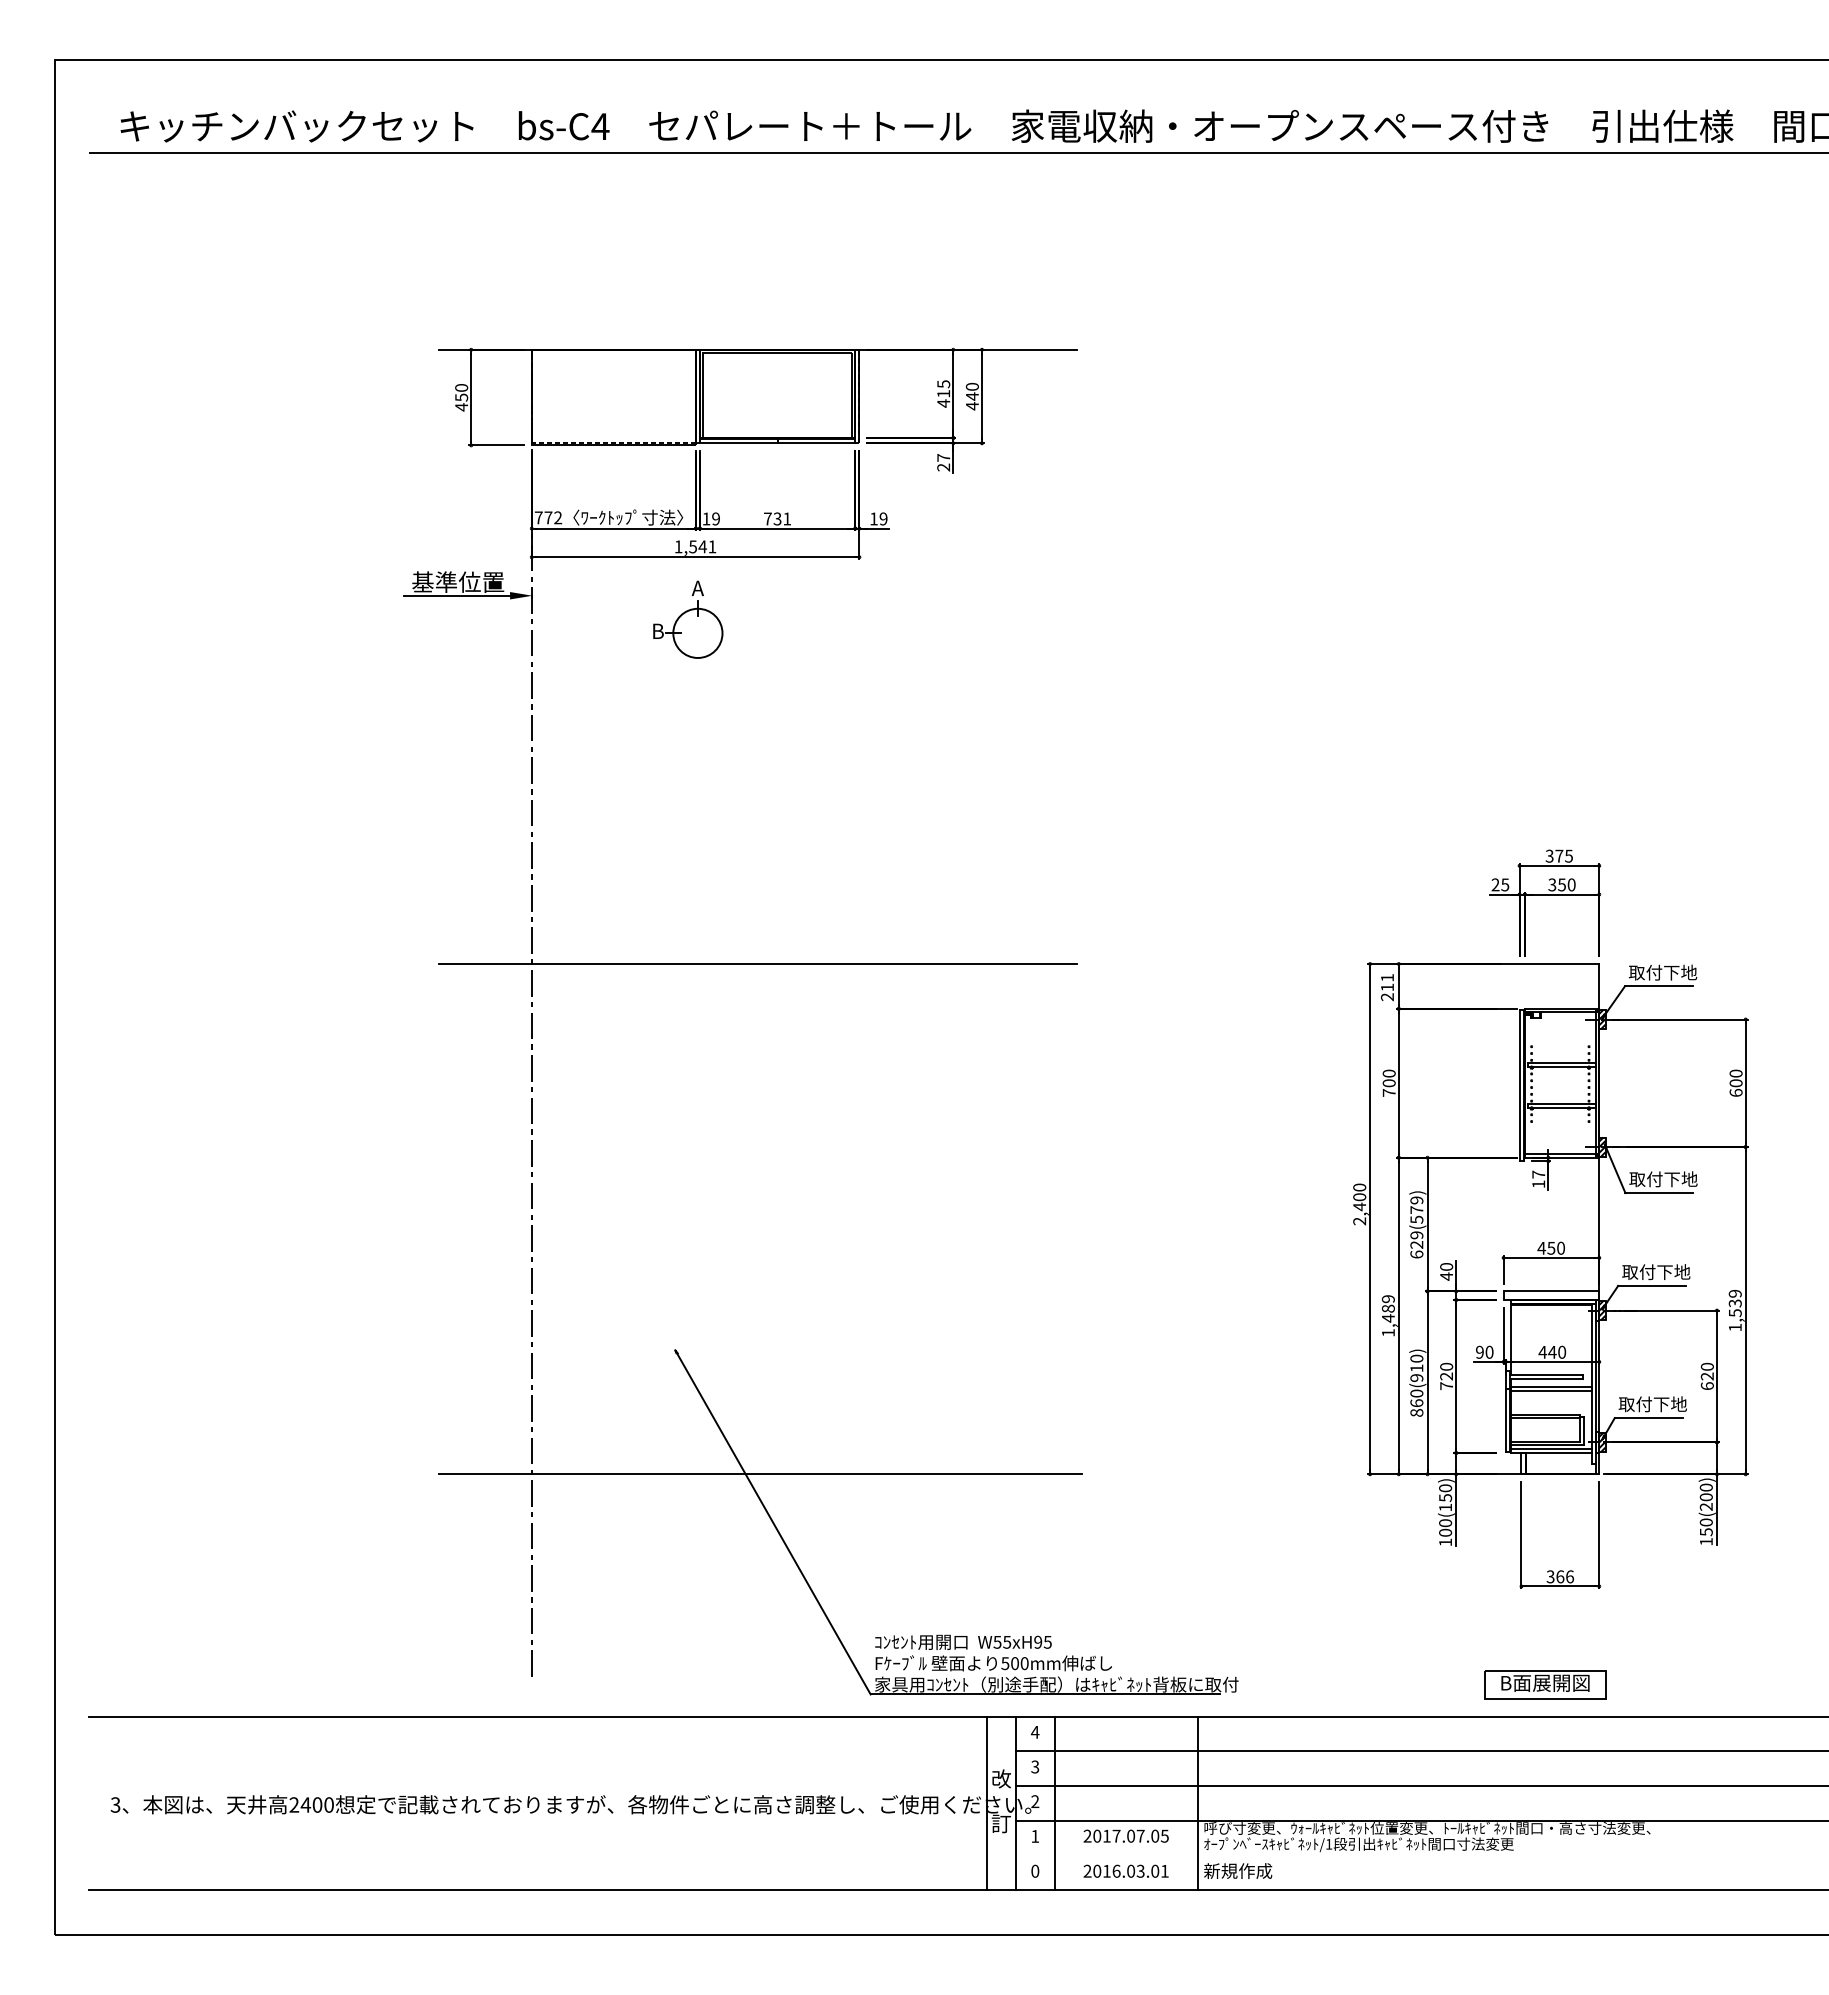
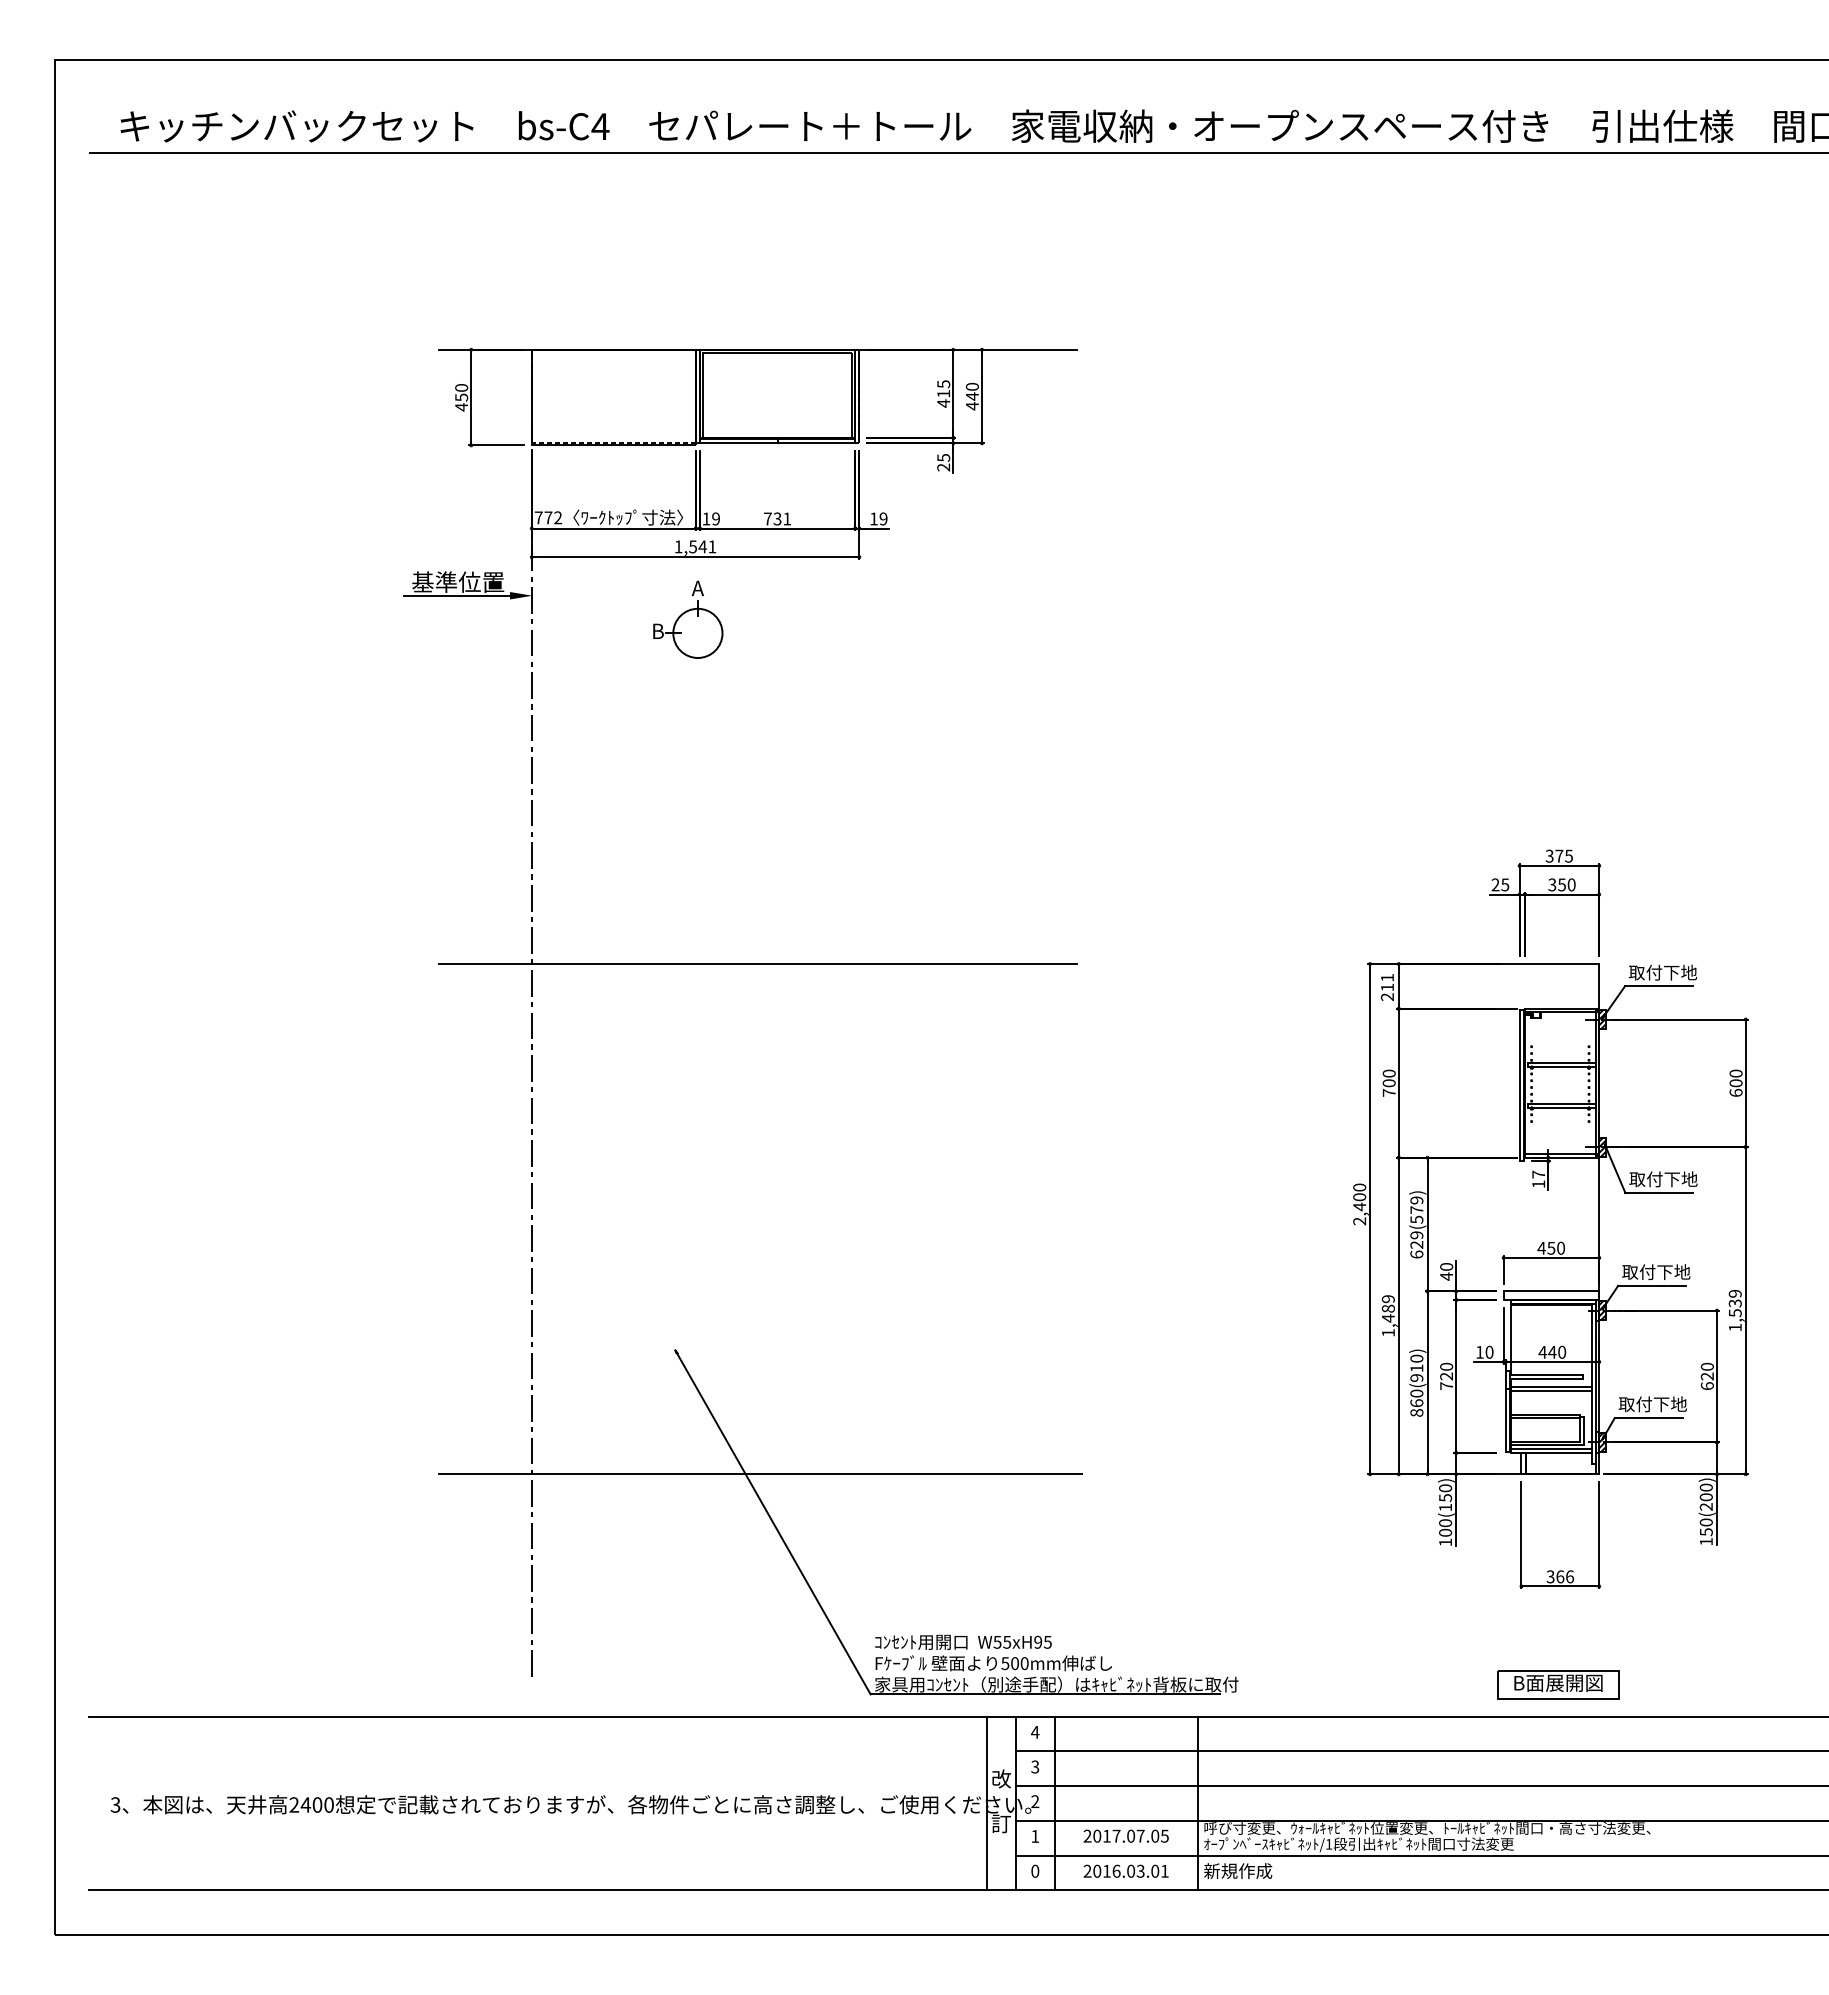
text at (943, 457): 27 -> 25
text at (1479, 1351): 90 -> 10
part at (1545, 1684) position: (1545, 1684) -> (1558, 1684)
line at (1420, 1855): none -> present
